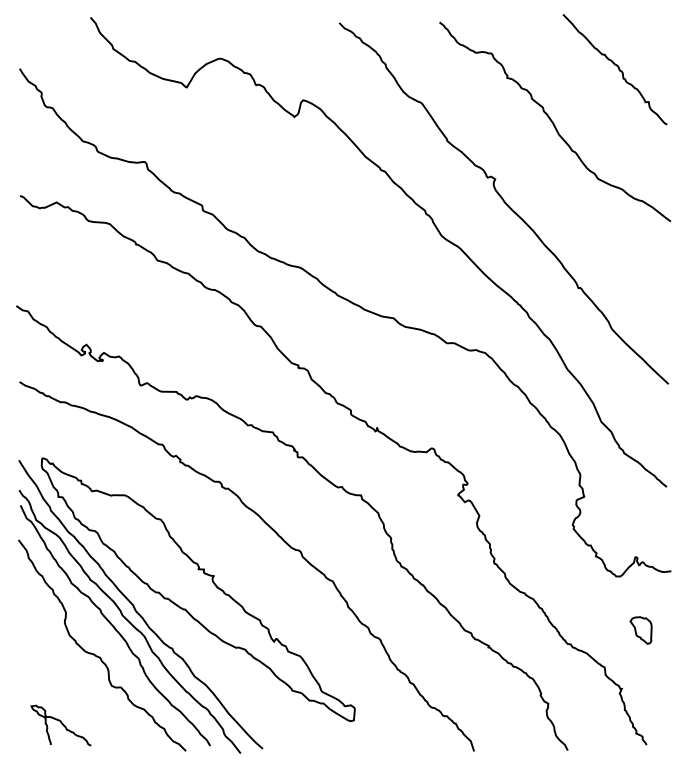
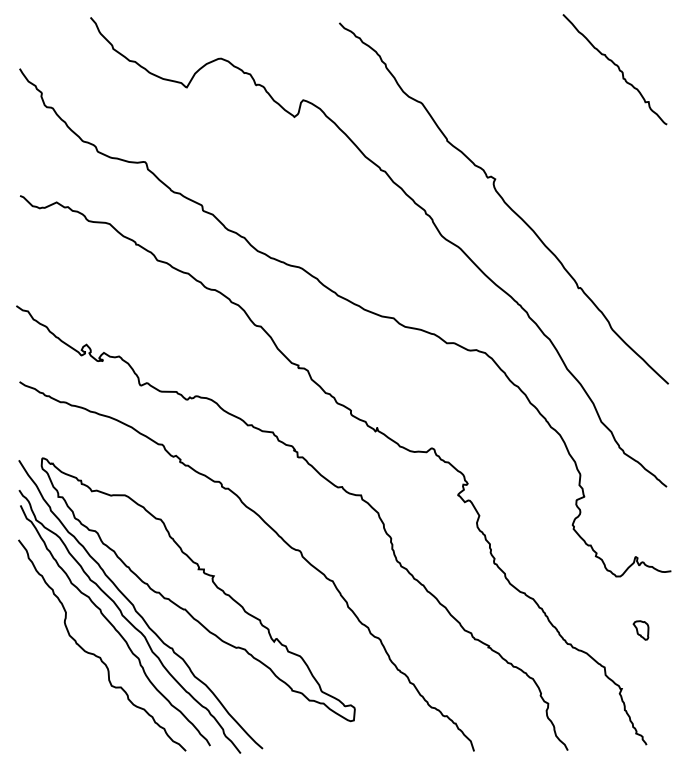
curve at (553, 121): present -> none
part at (640, 630) size: 24x29 px -> 18x21 px
curve at (61, 724): present -> none
